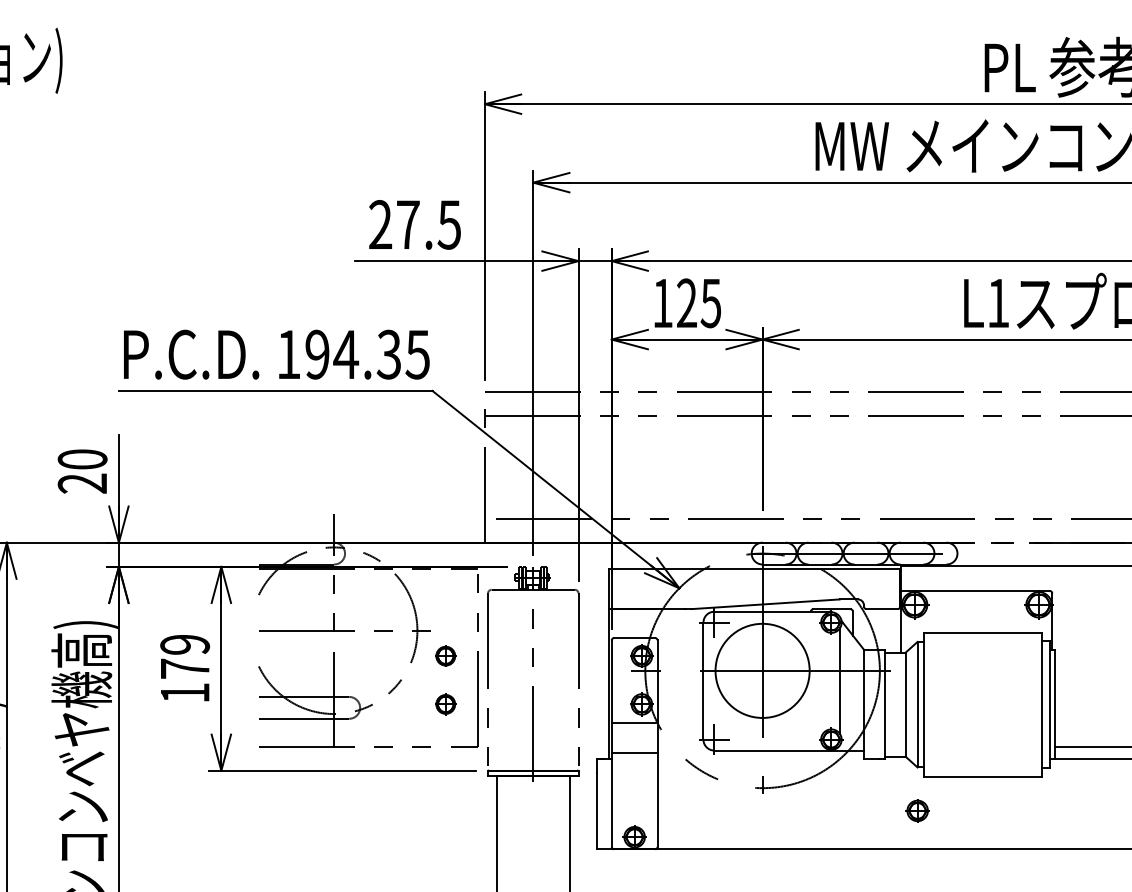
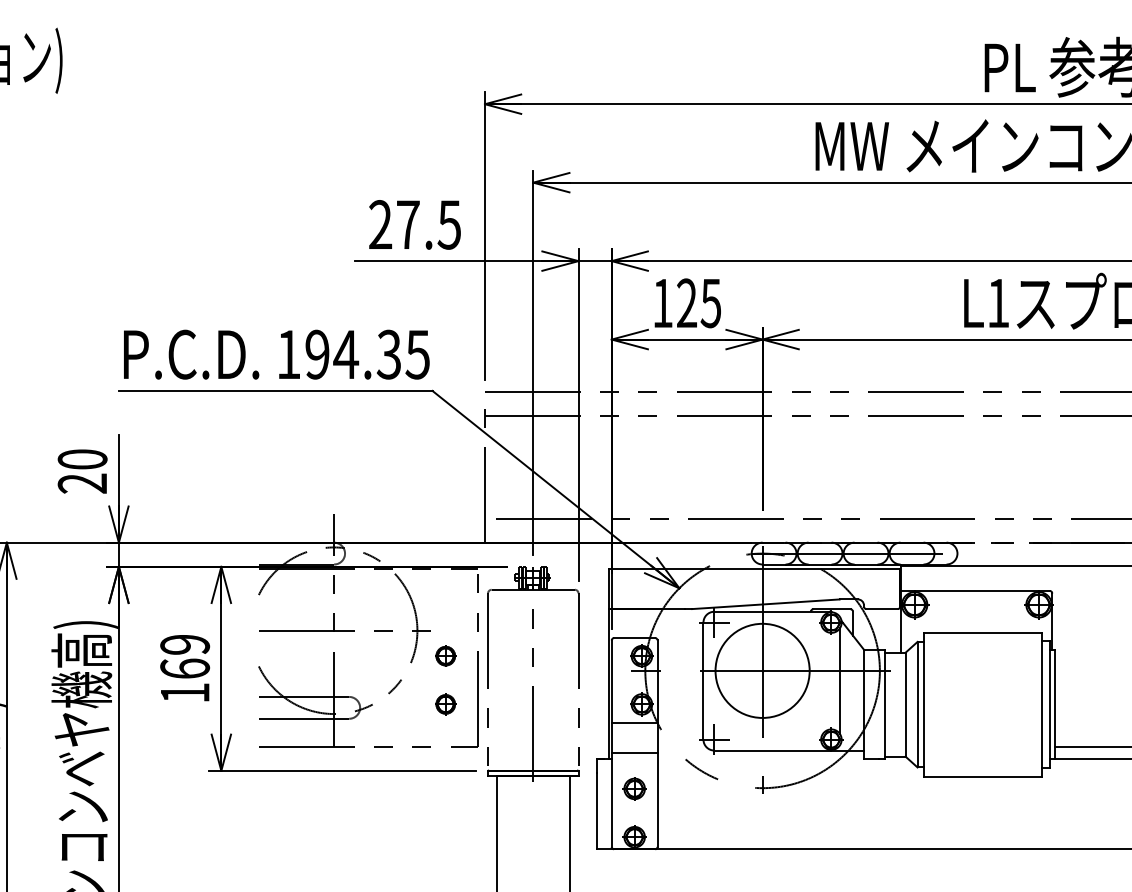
text at (185, 668): 179 -> 169
part at (917, 810) position: (917, 810) -> (634, 788)
